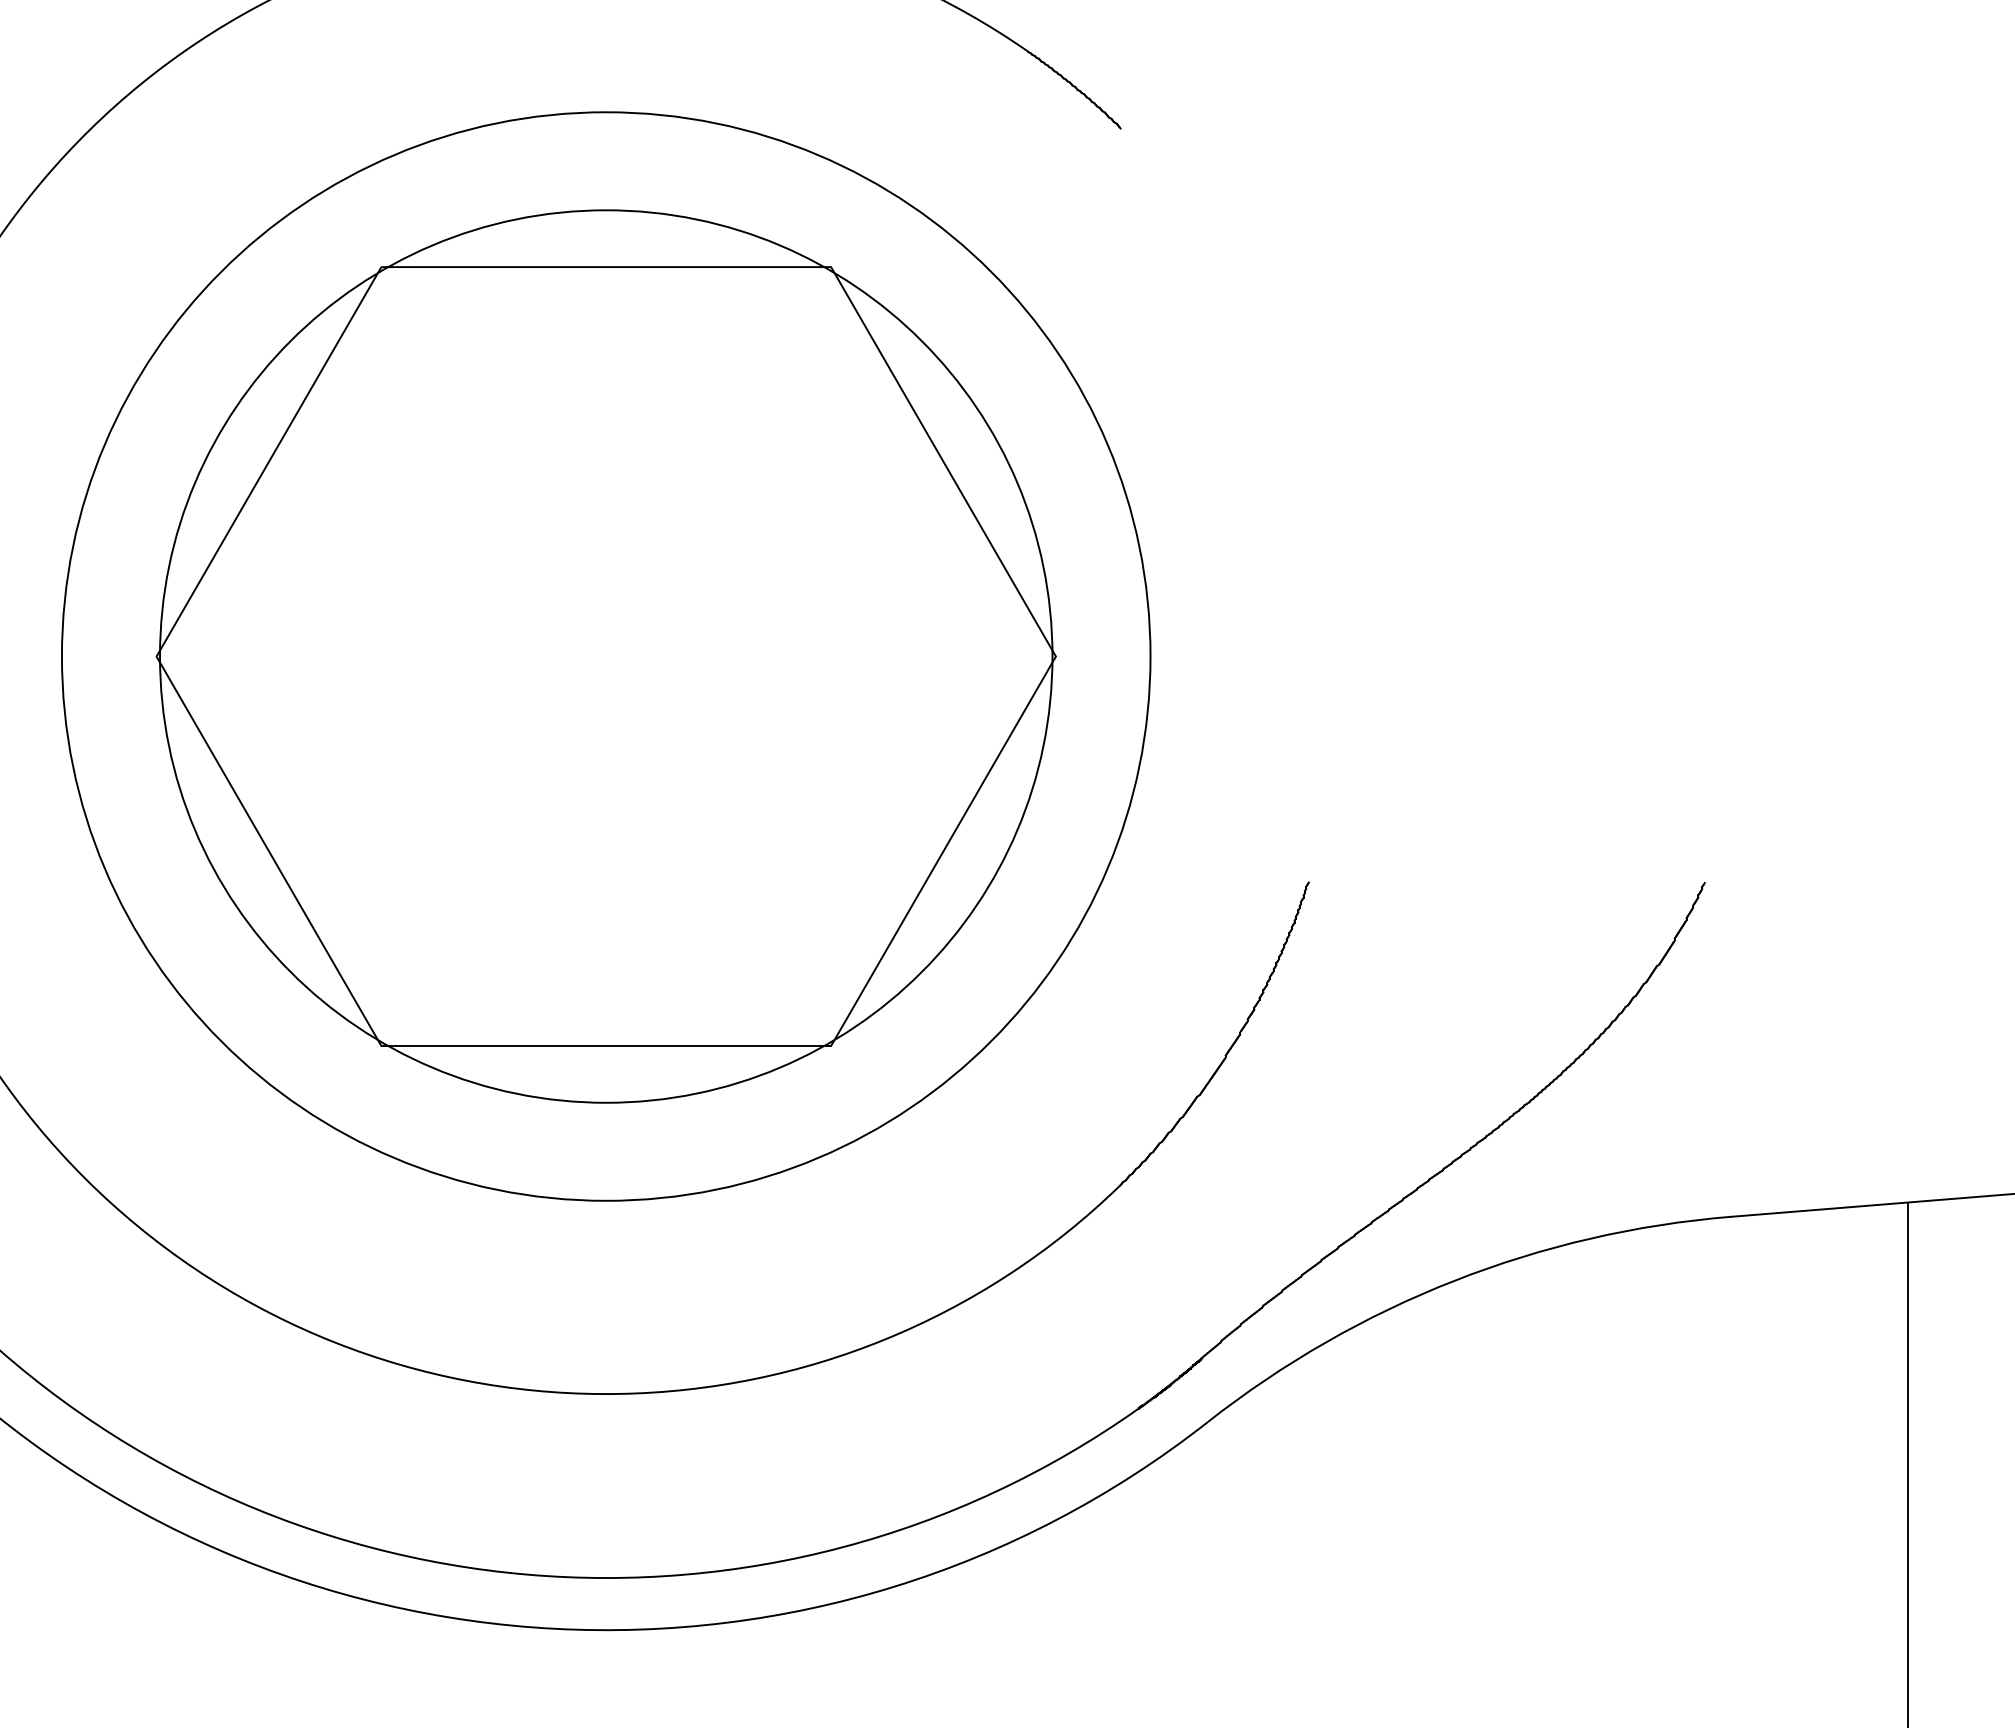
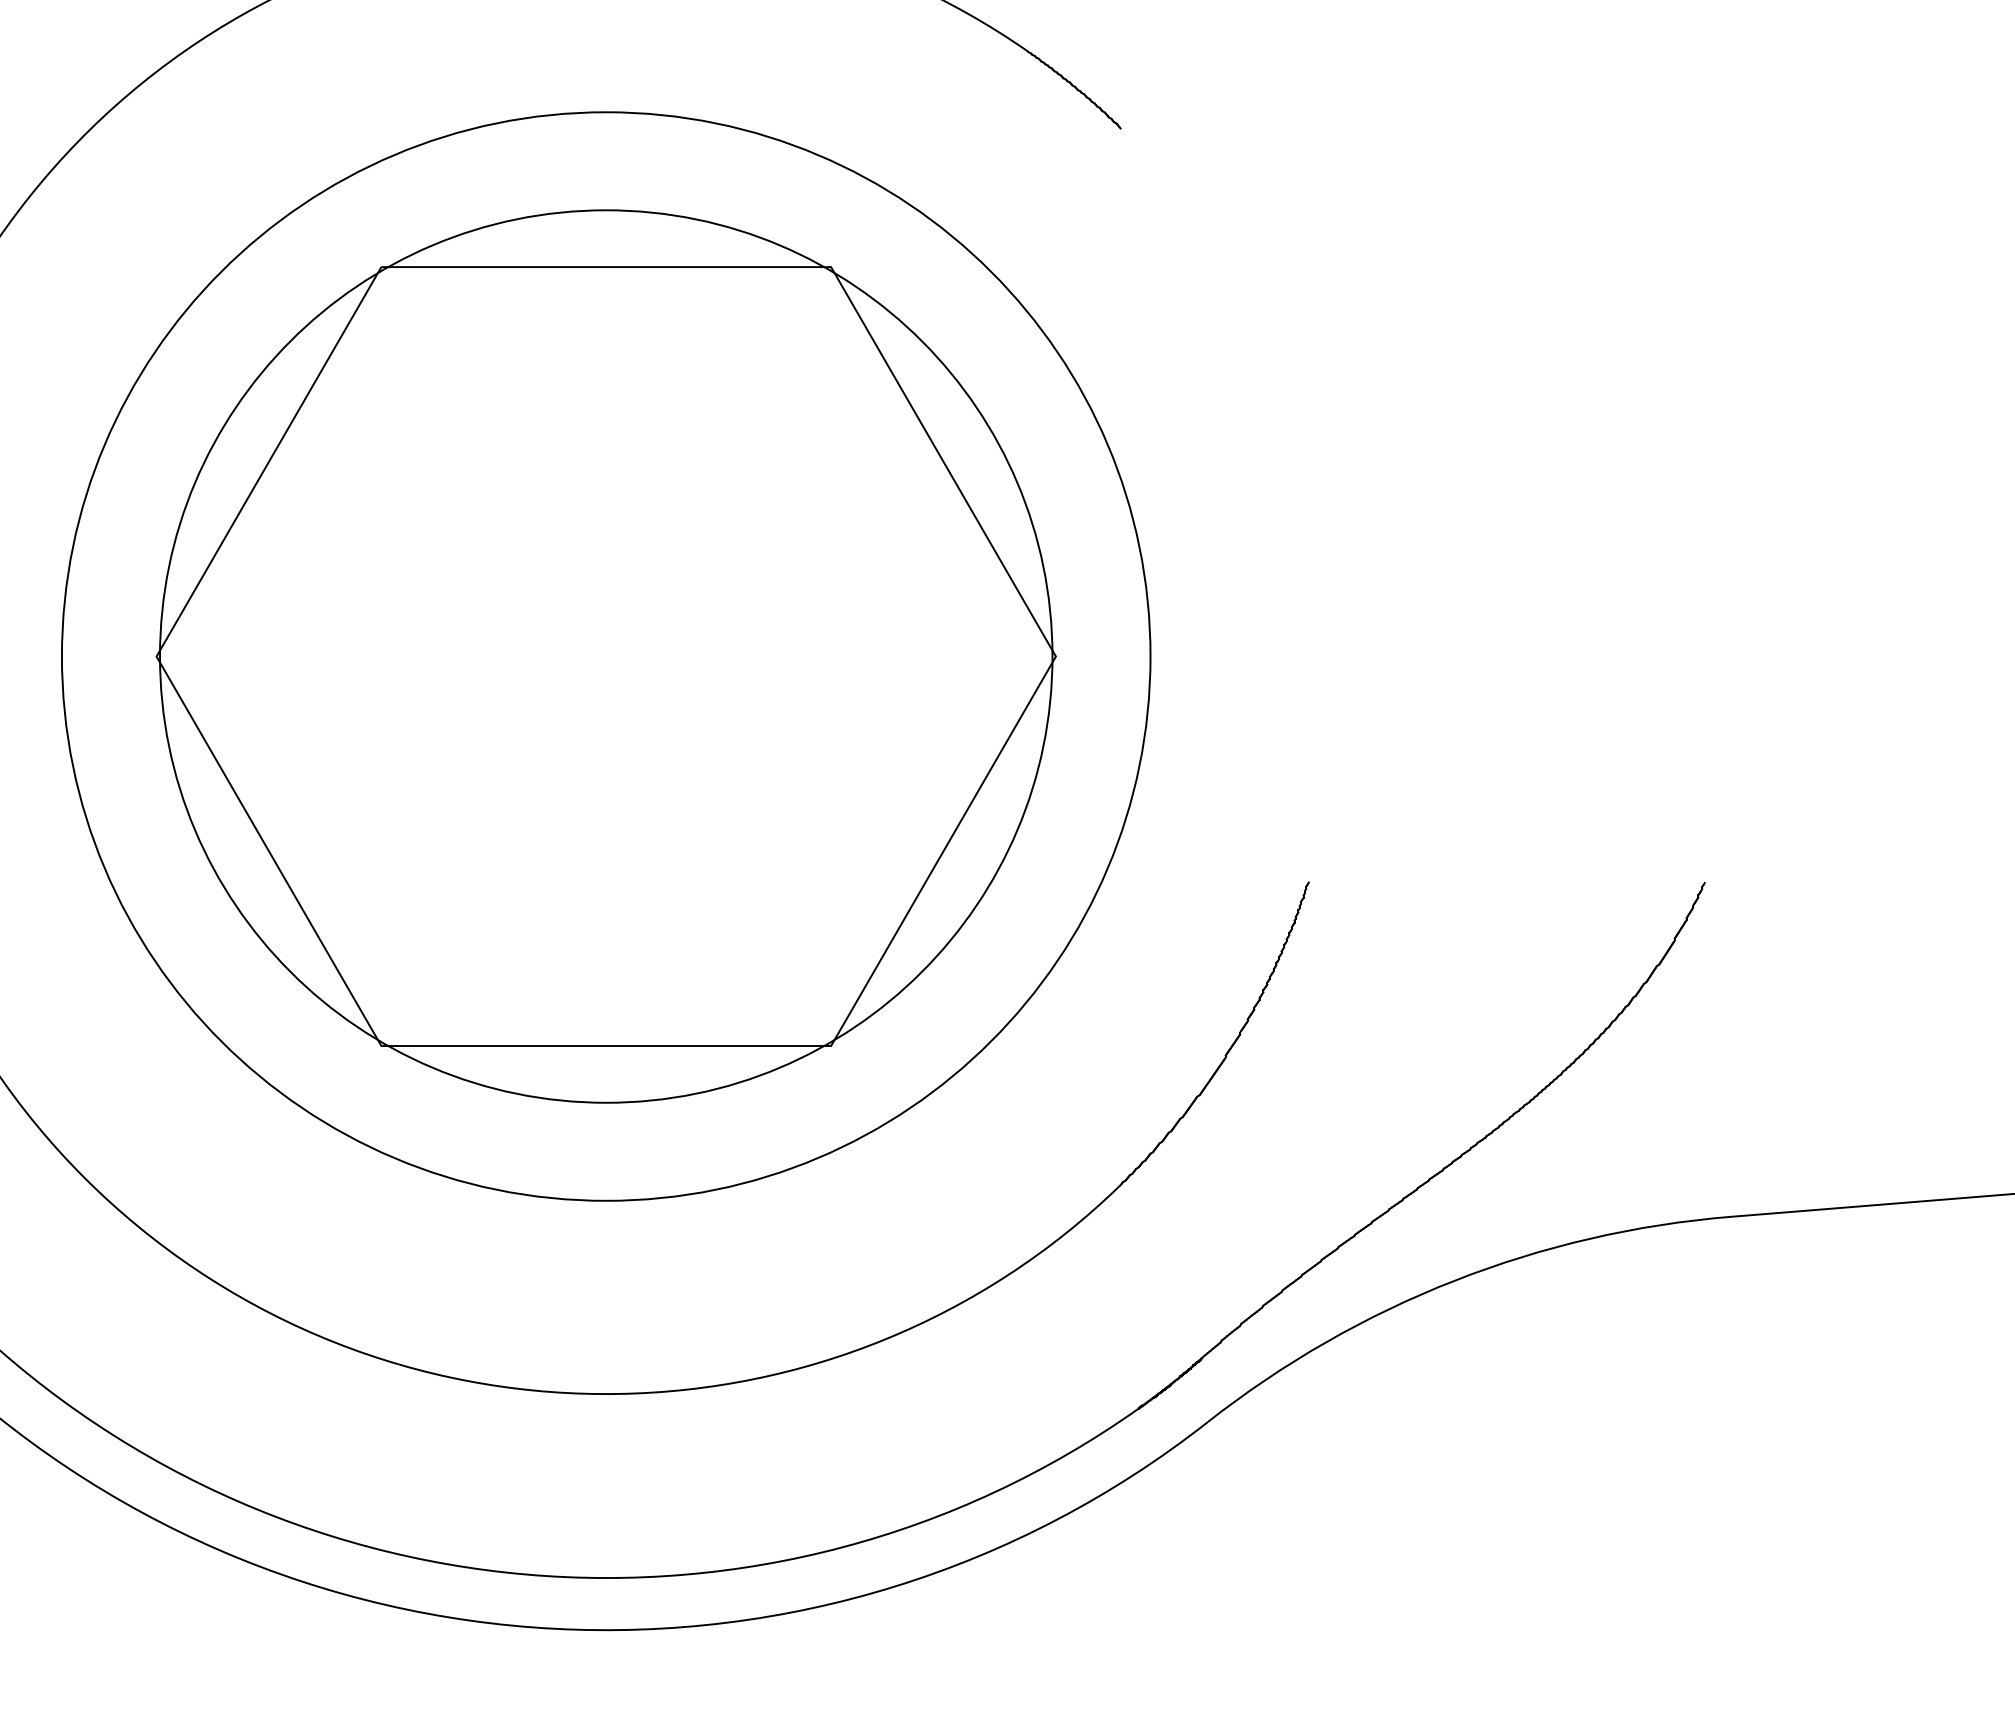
line at (1907, 1463): present -> none
